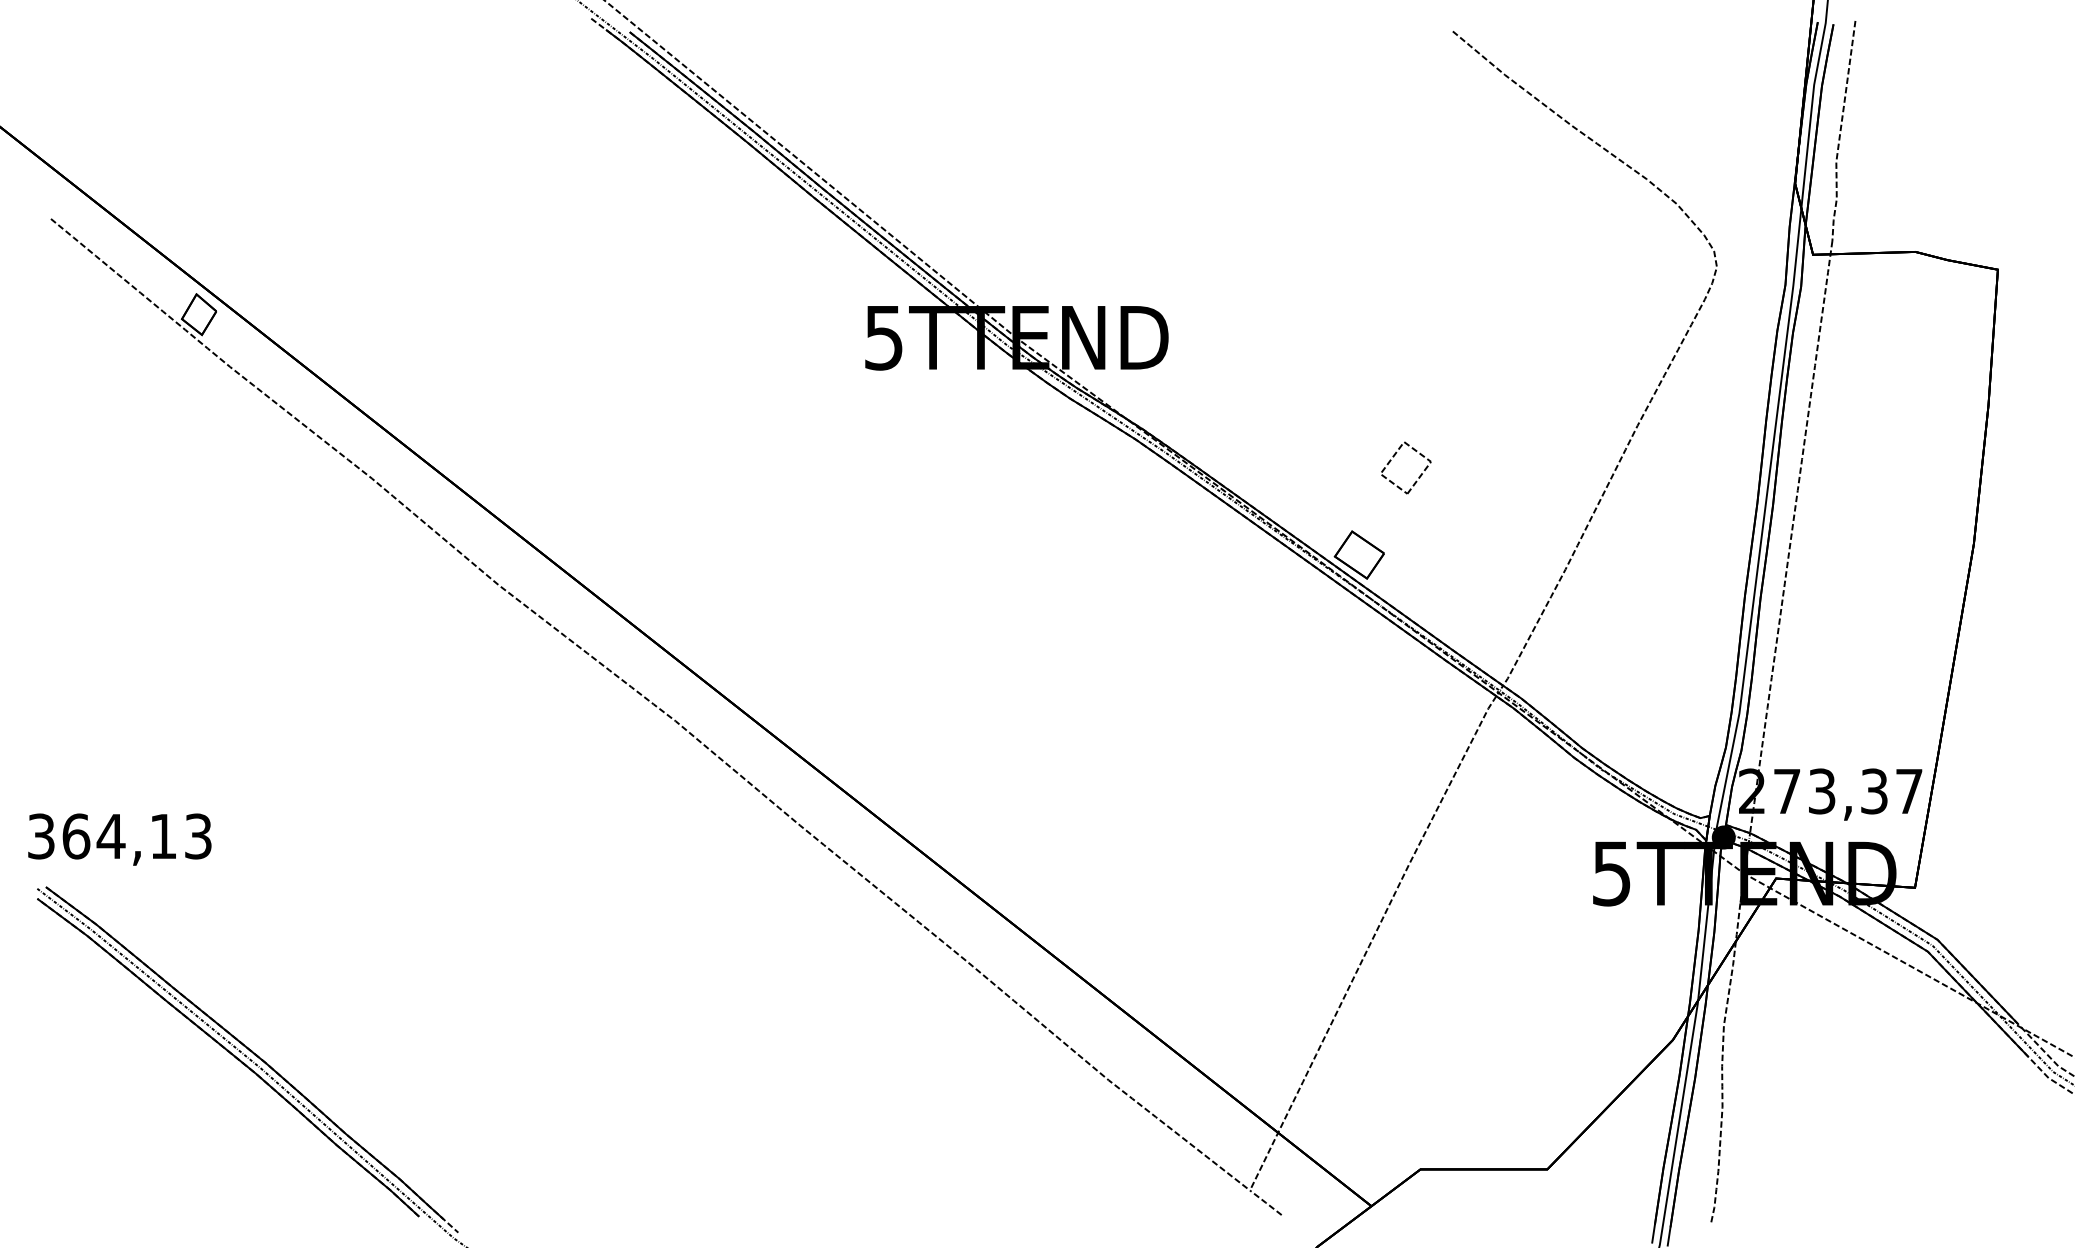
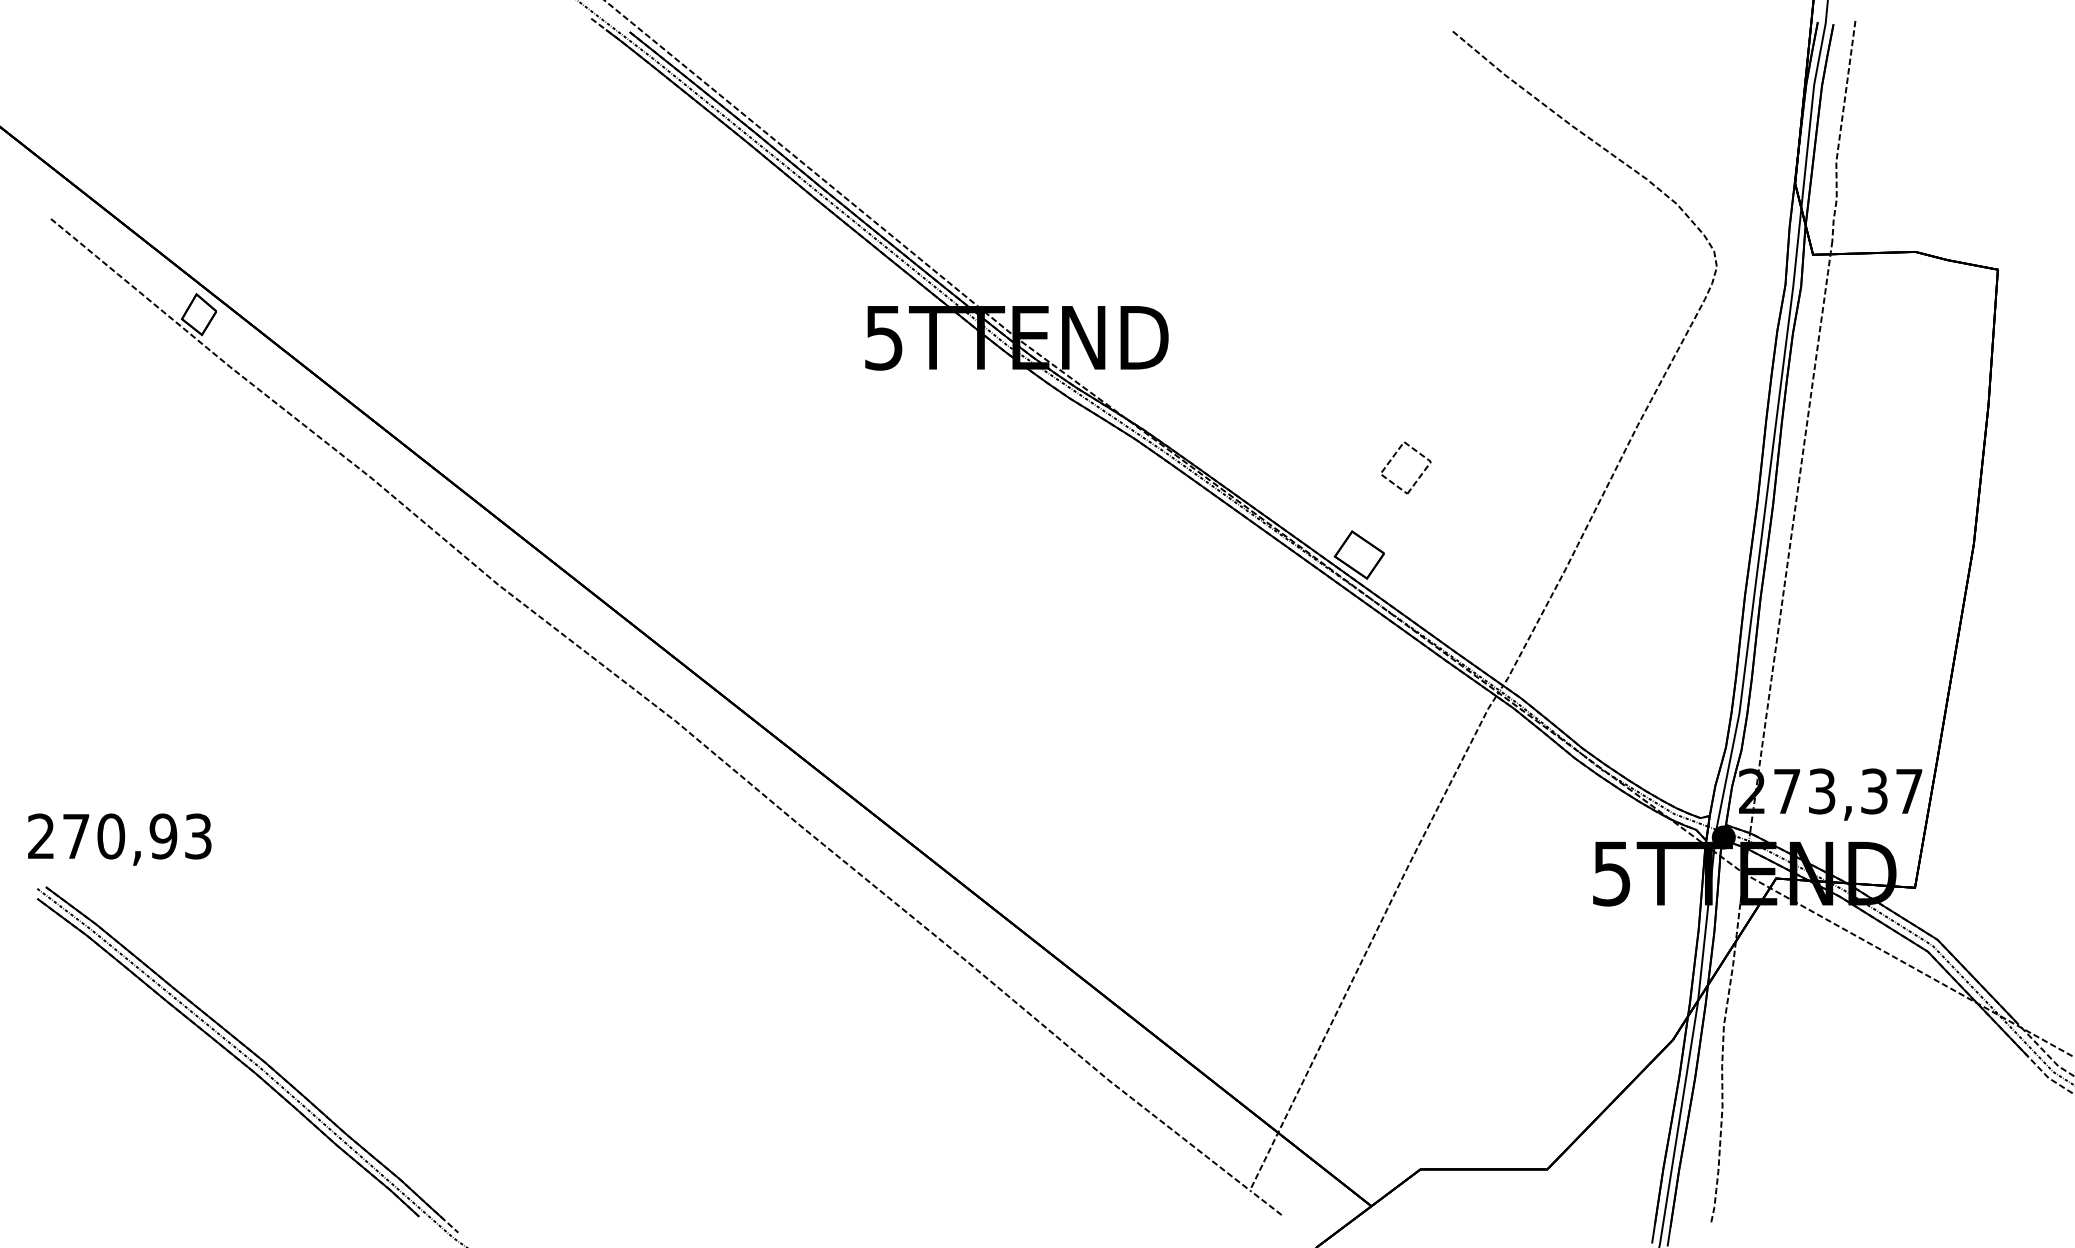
text at (102, 836): 364,13 -> 270,93
